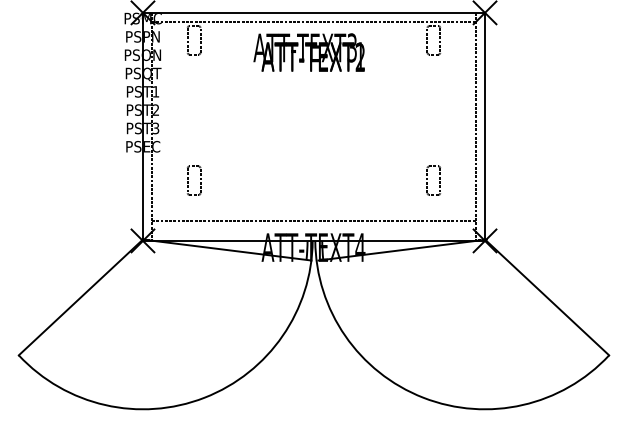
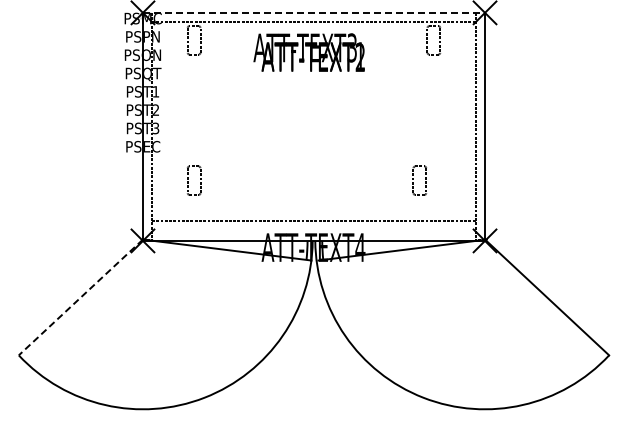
line at (314, 12): solid -> dashed
part at (427, 179) position: (427, 179) -> (413, 179)
line at (80, 297): solid -> dashed
